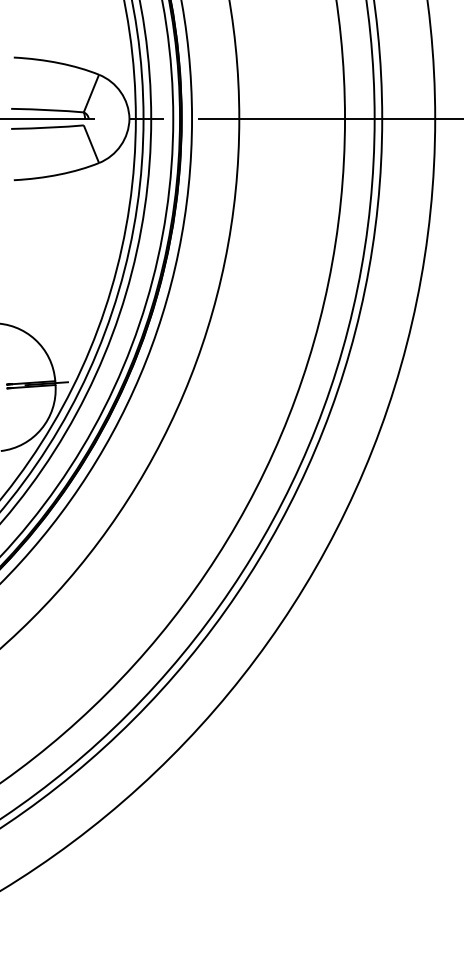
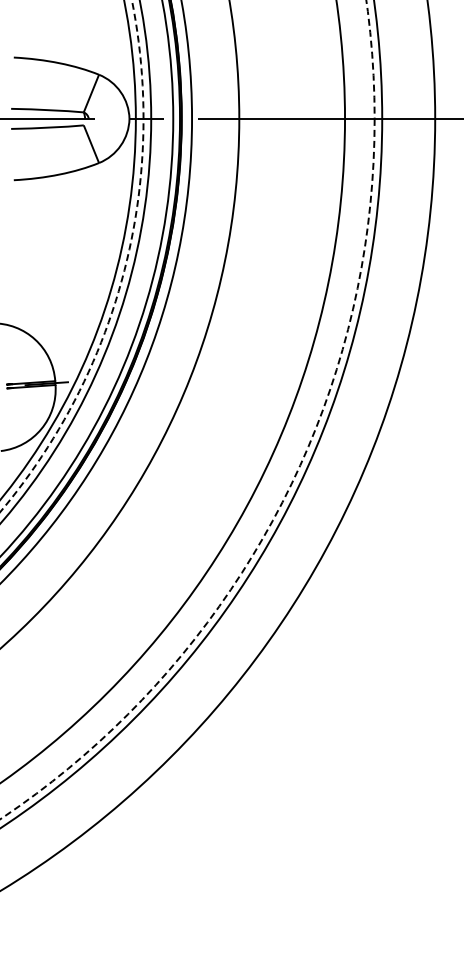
arc at (125, 266): solid -> dashed
circle at (187, 409): solid -> dashed
